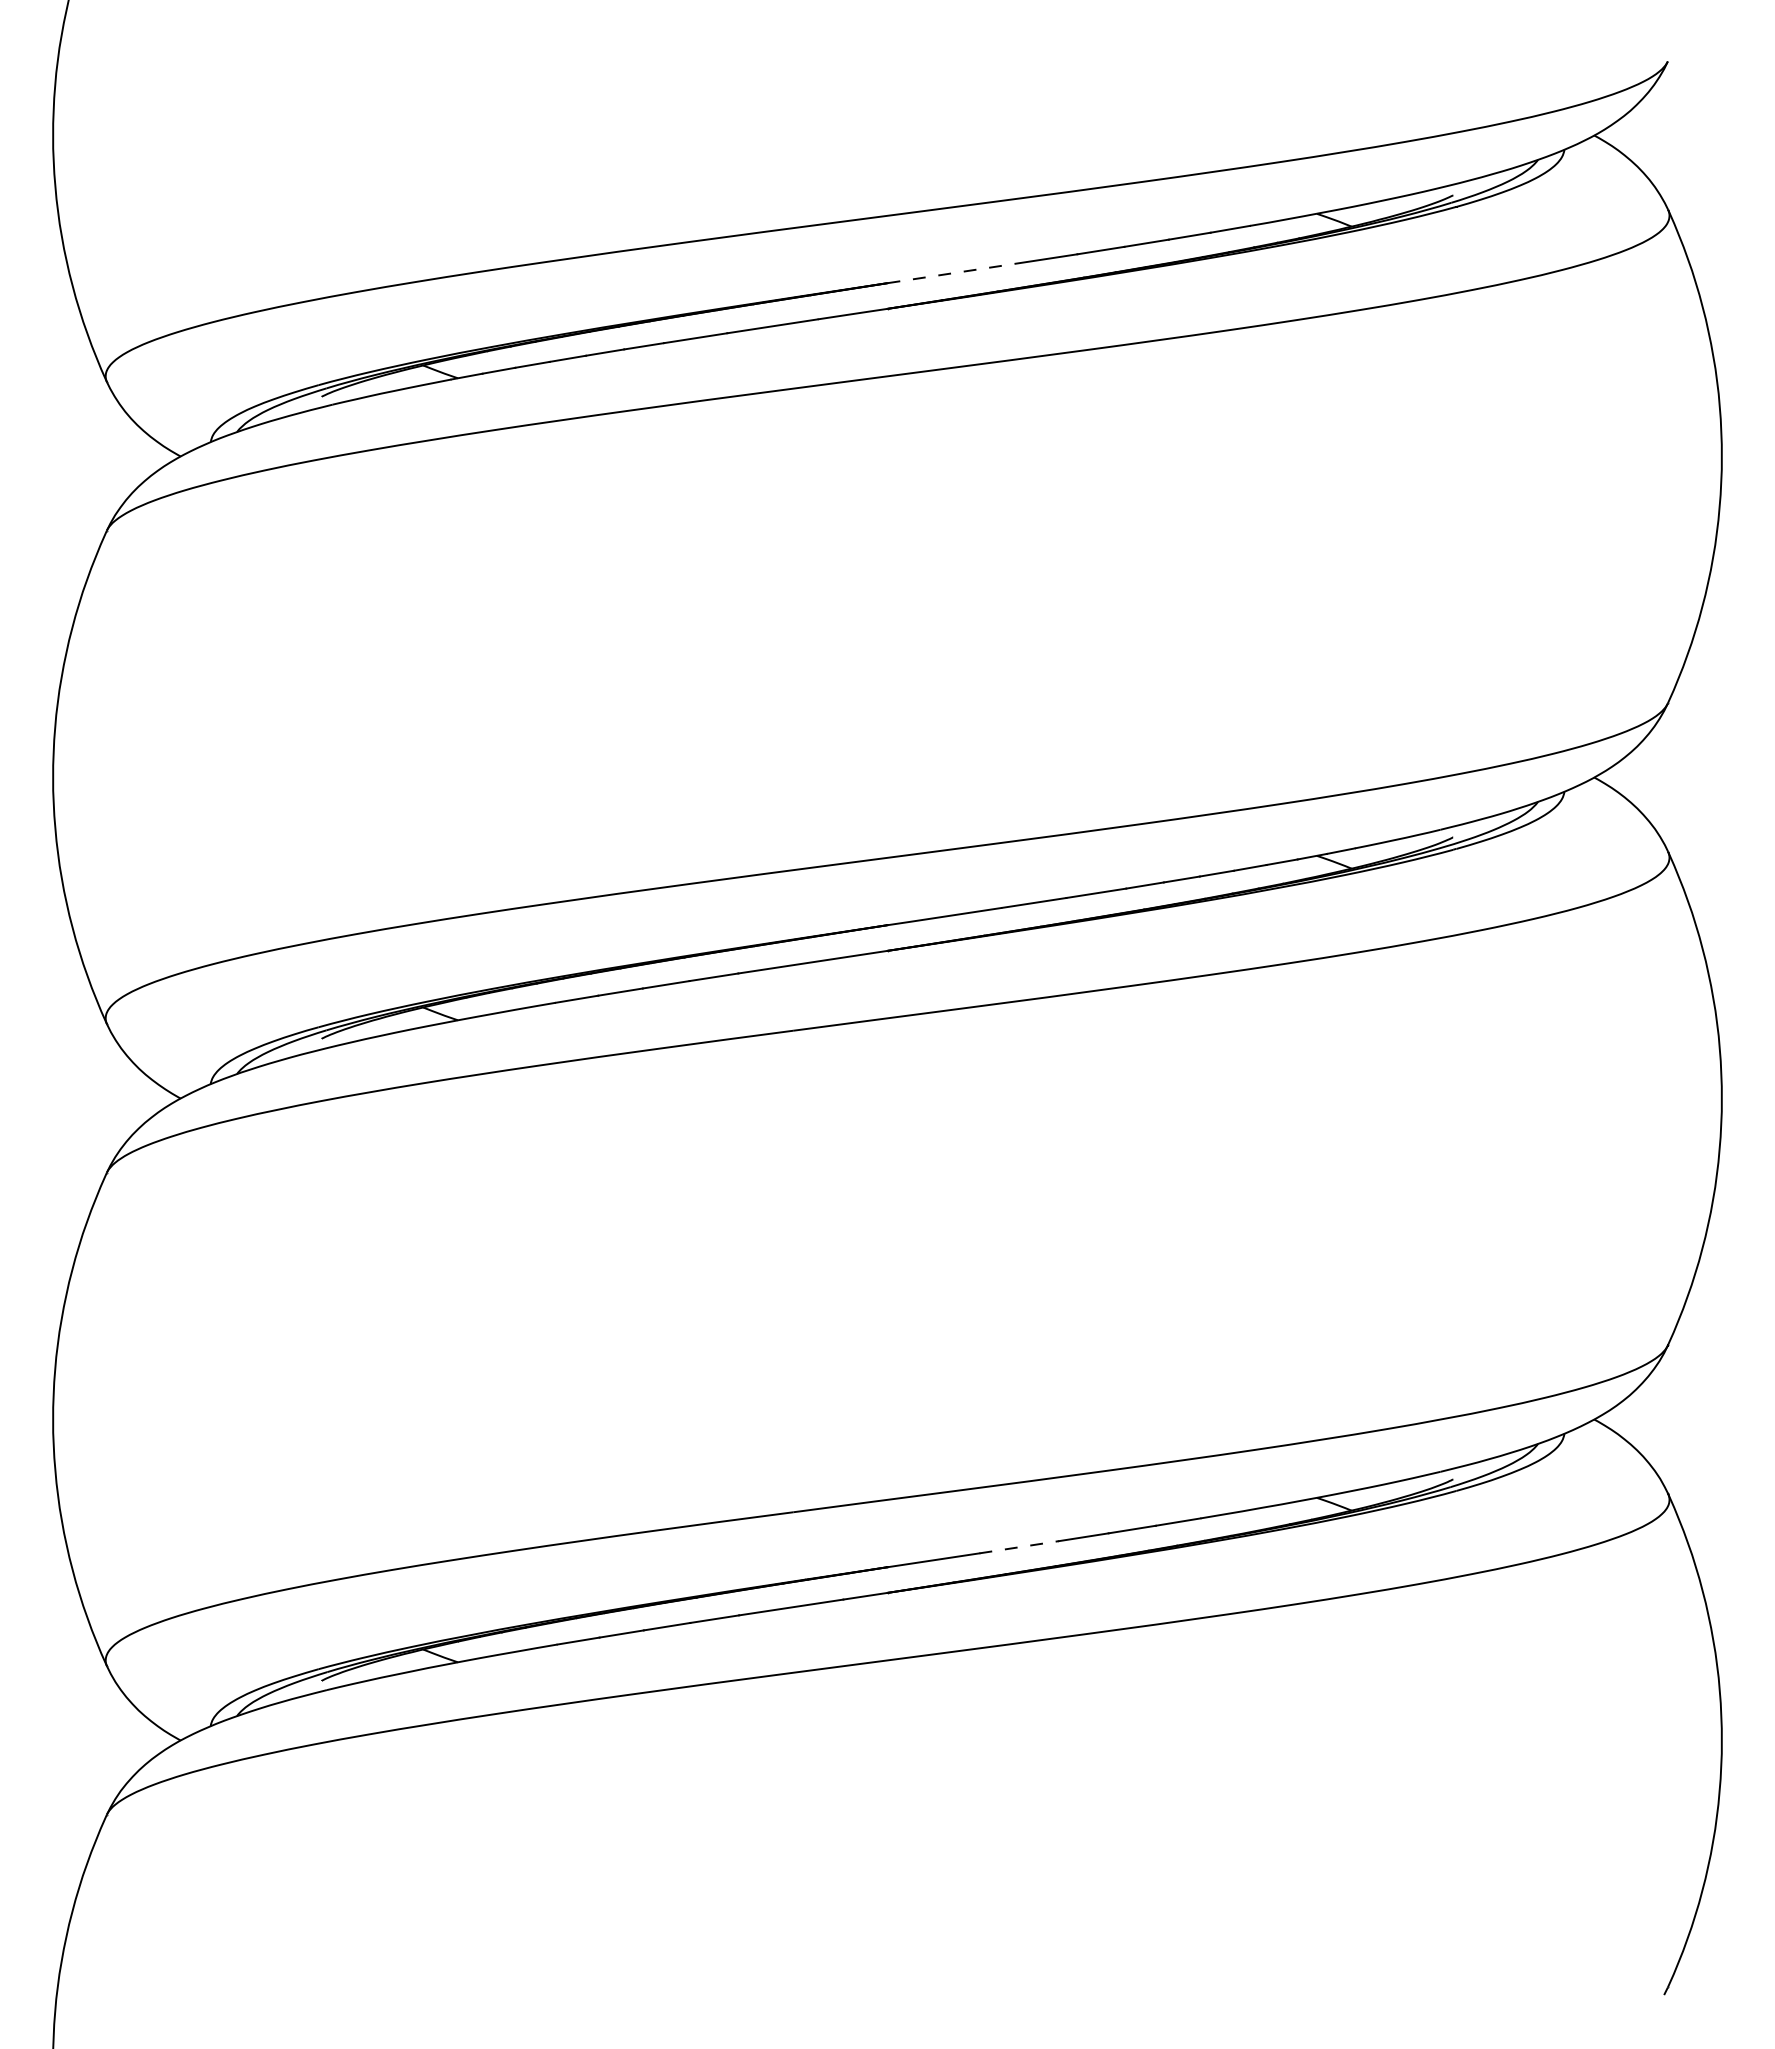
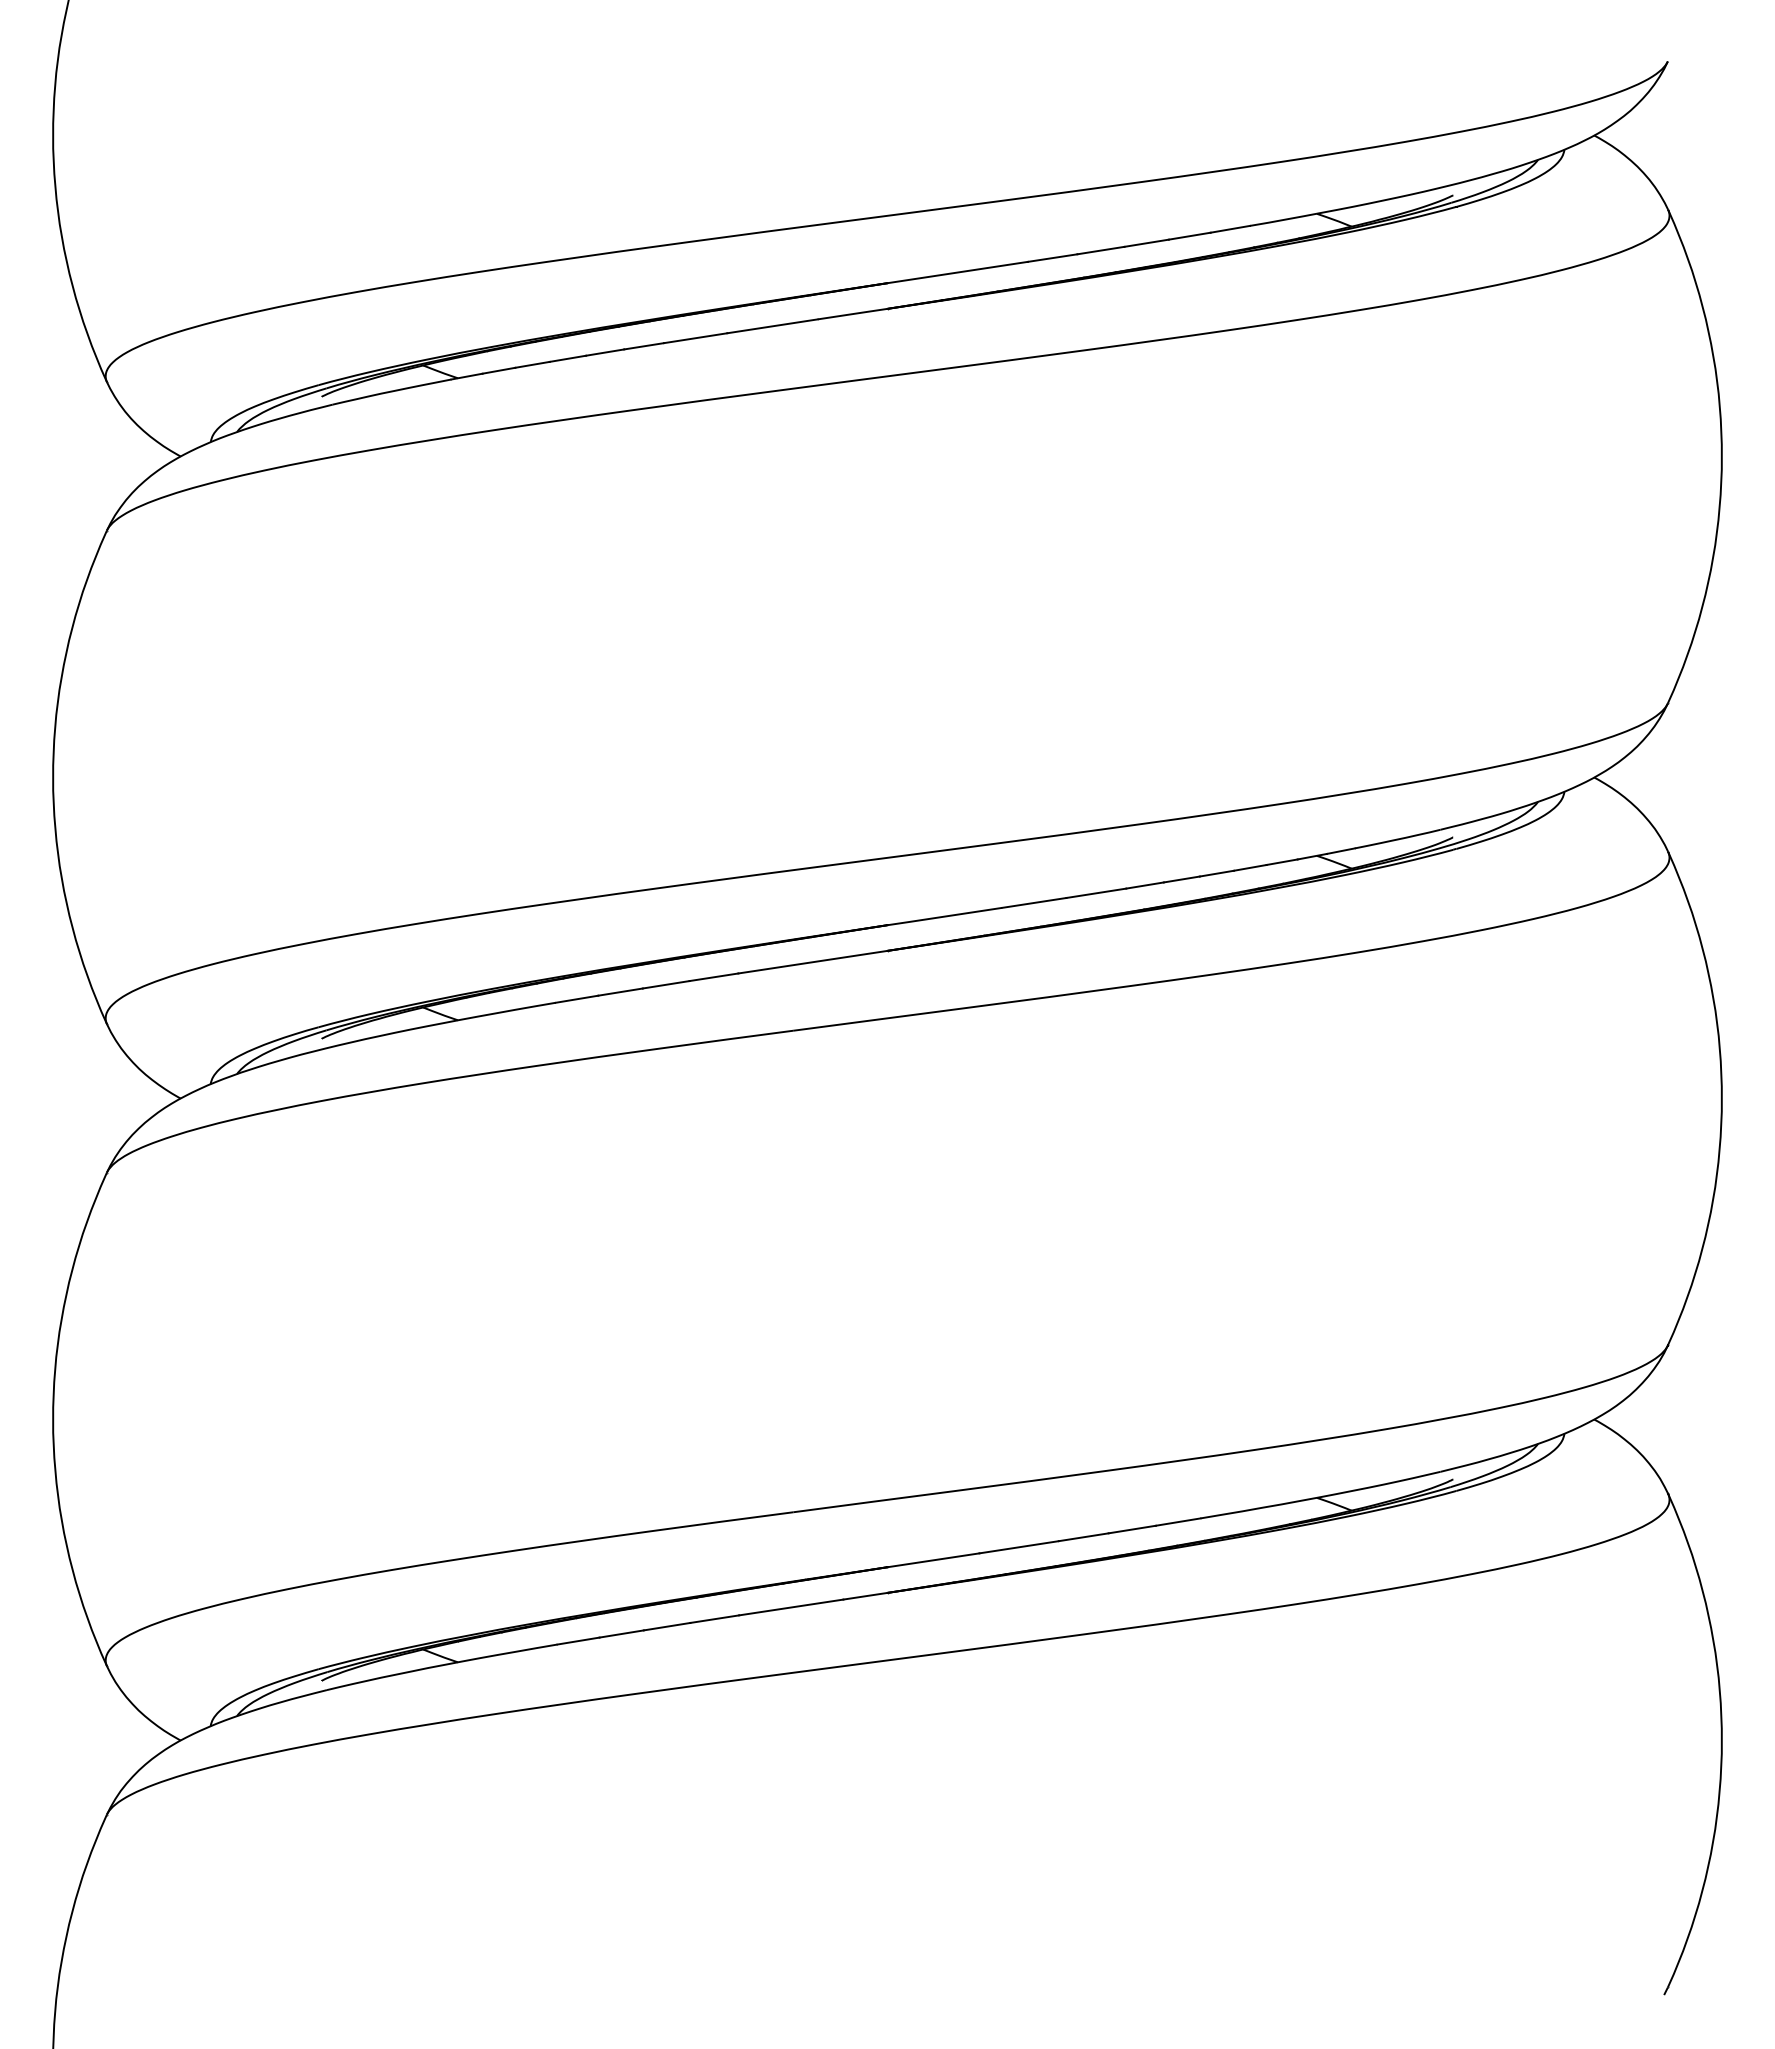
line at (957, 272): dashed -> solid
line at (1019, 1547): dashed -> solid
